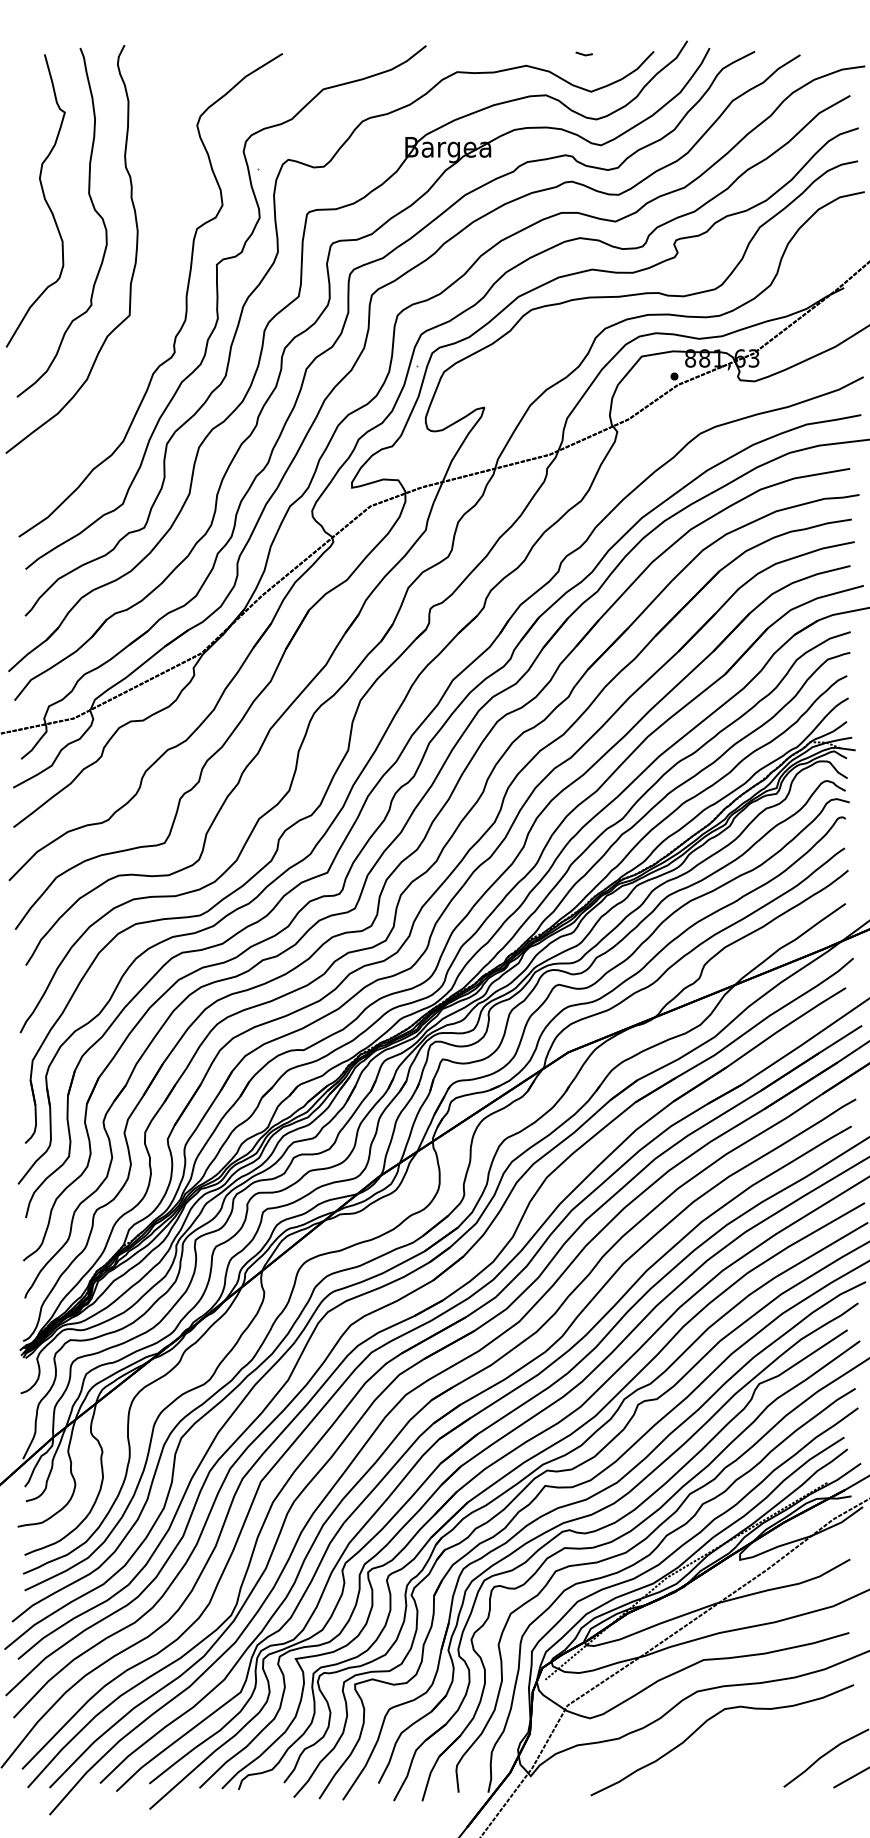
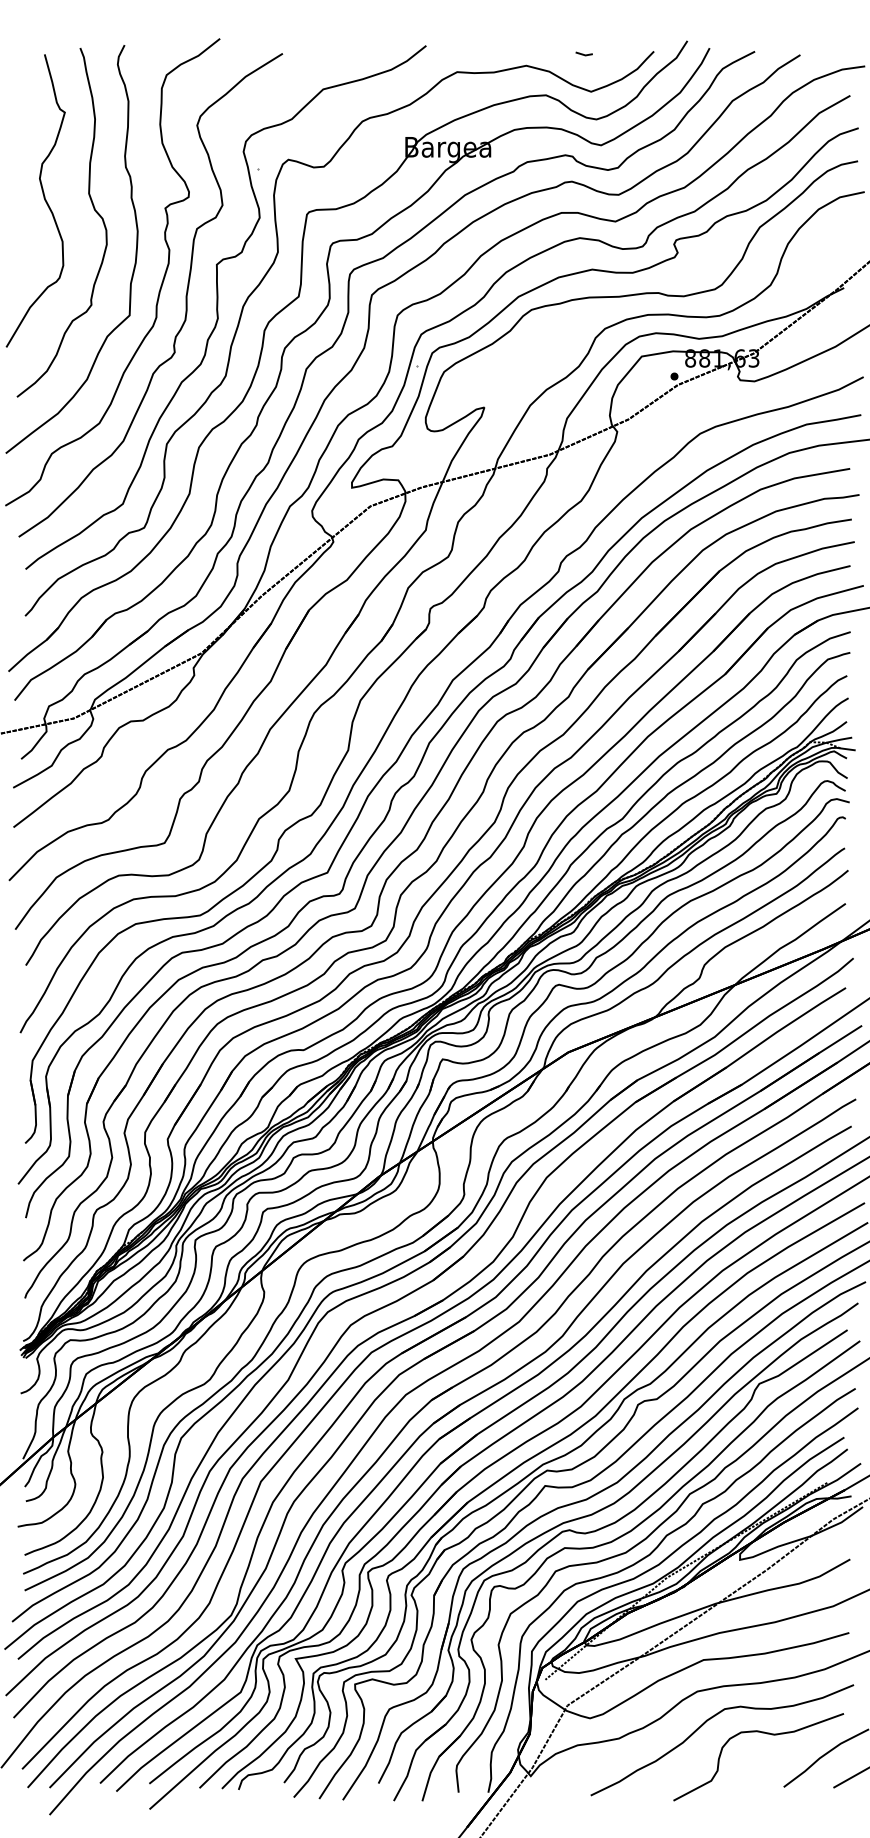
curve at (159, 288): none -> present
curve at (762, 1733): none -> present
